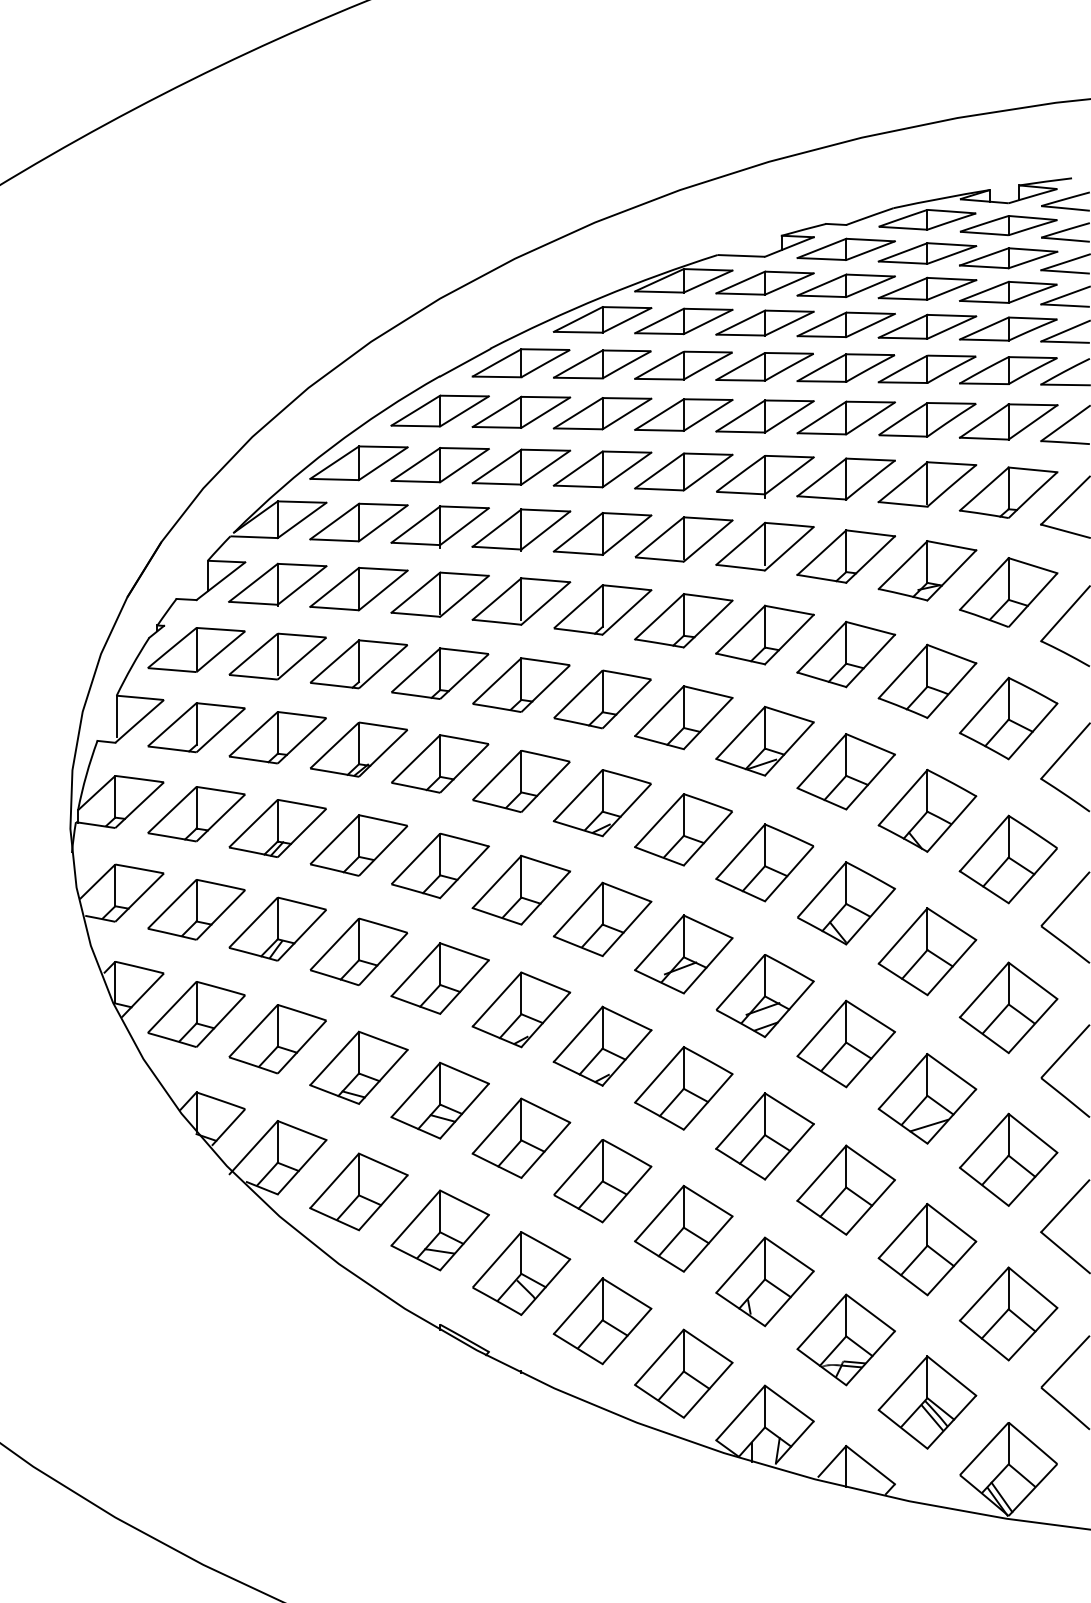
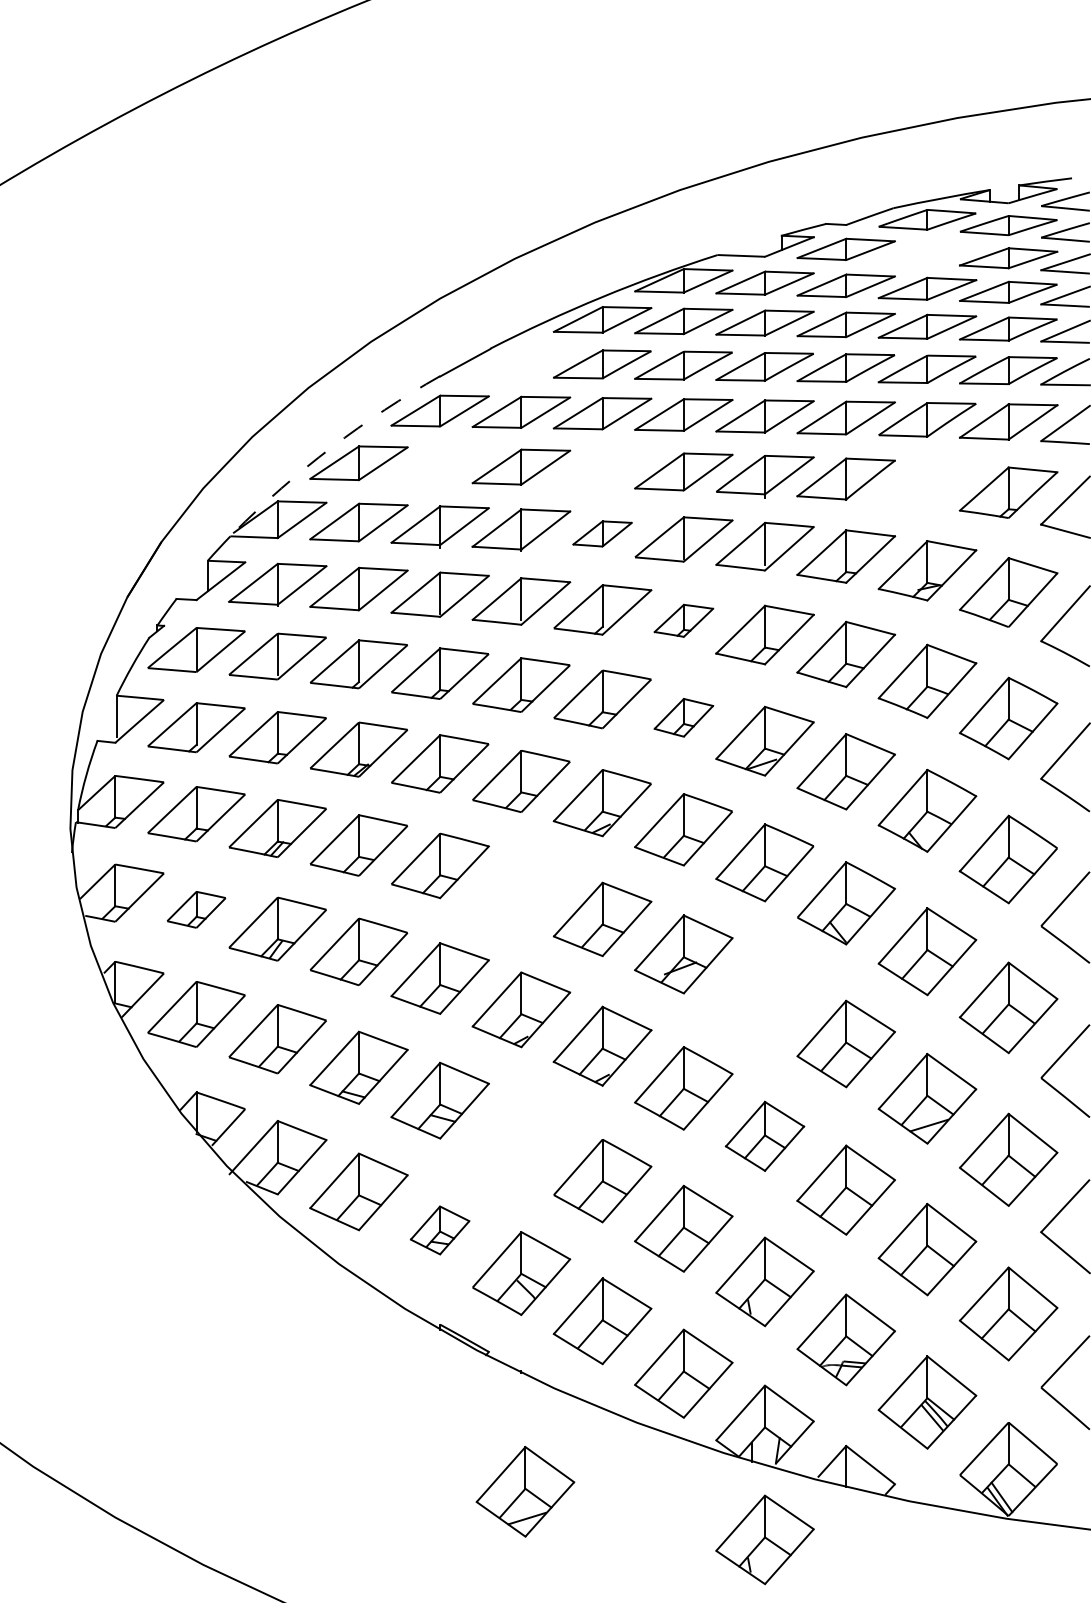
part at (927, 253): present -> none
part at (520, 363): present -> none
arc at (331, 447): solid -> dashed
part at (439, 465): present -> none
part at (602, 469): present -> none
part at (927, 484): present -> none
part at (602, 533) size: 101x44 px -> 61x28 px
part at (683, 620) size: 100x56 px -> 62x35 px
part at (683, 717) size: 100x66 px -> 62x40 px
part at (521, 889): present -> none
part at (196, 909) size: 99x62 px -> 61x38 px
part at (764, 996): present -> none
part at (764, 1136) size: 100x89 px -> 82x72 px
part at (521, 1137): present -> none
part at (439, 1230) size: 100x83 px -> 62x51 px
part at (525, 1491): none -> present
part at (764, 1539): none -> present
